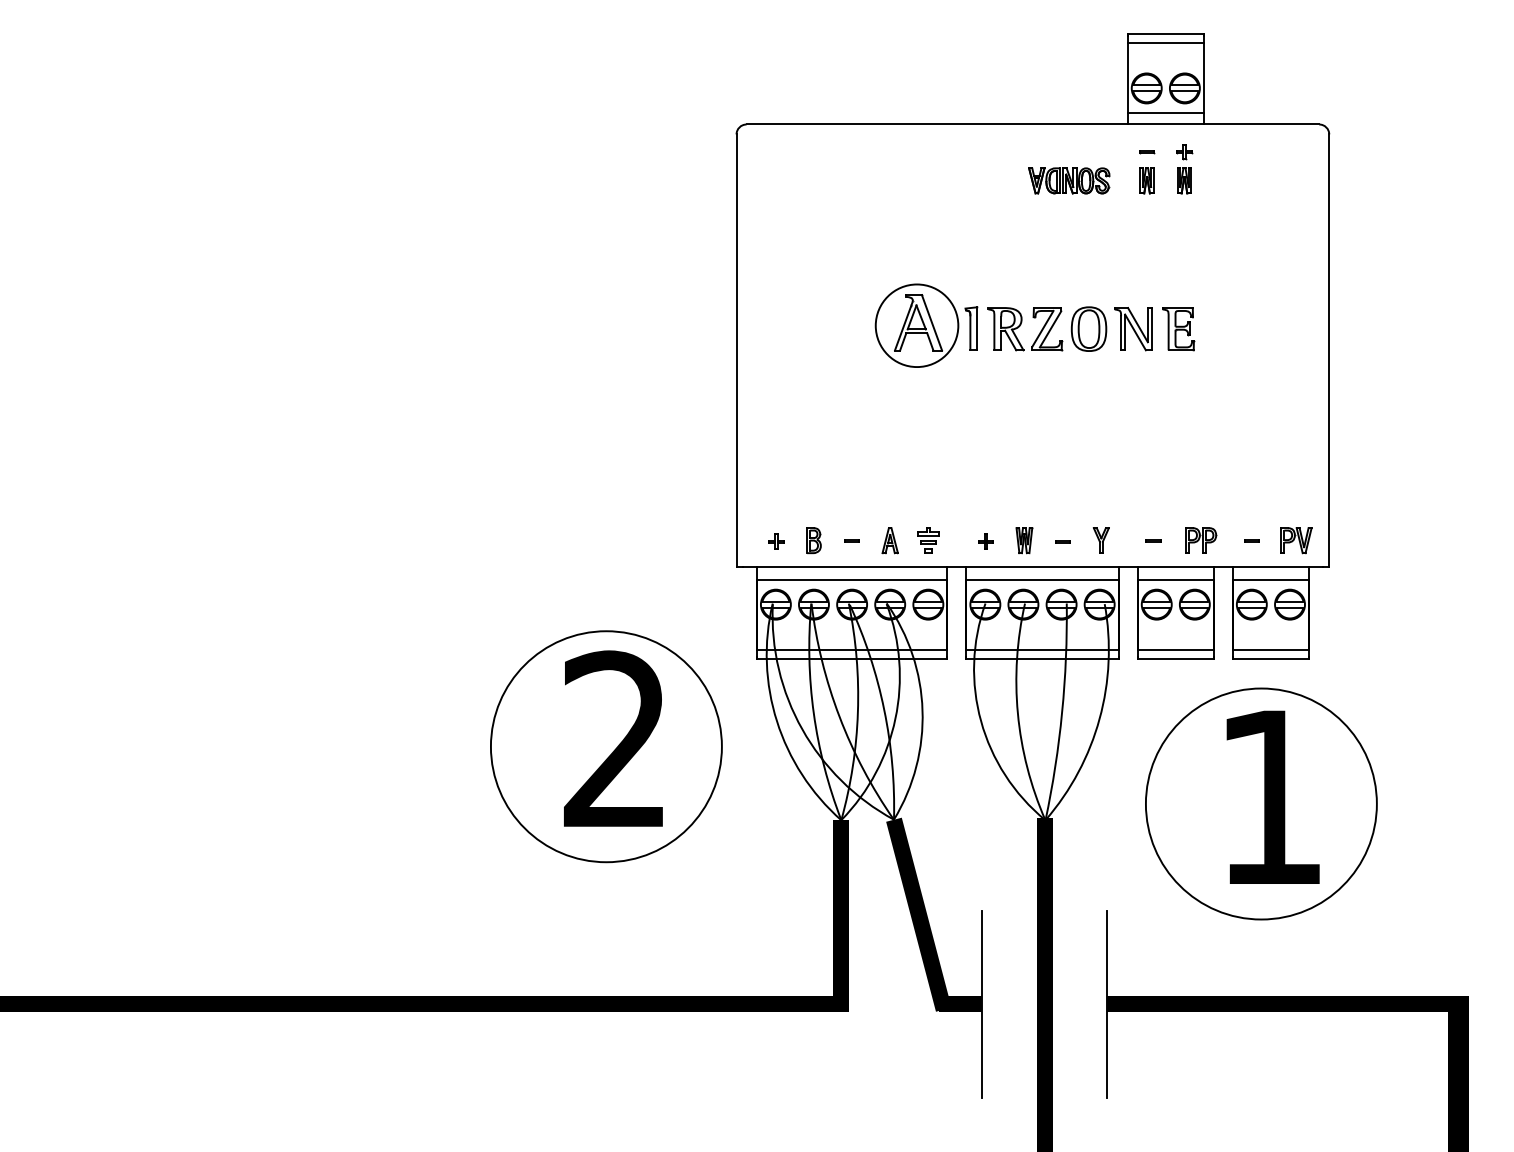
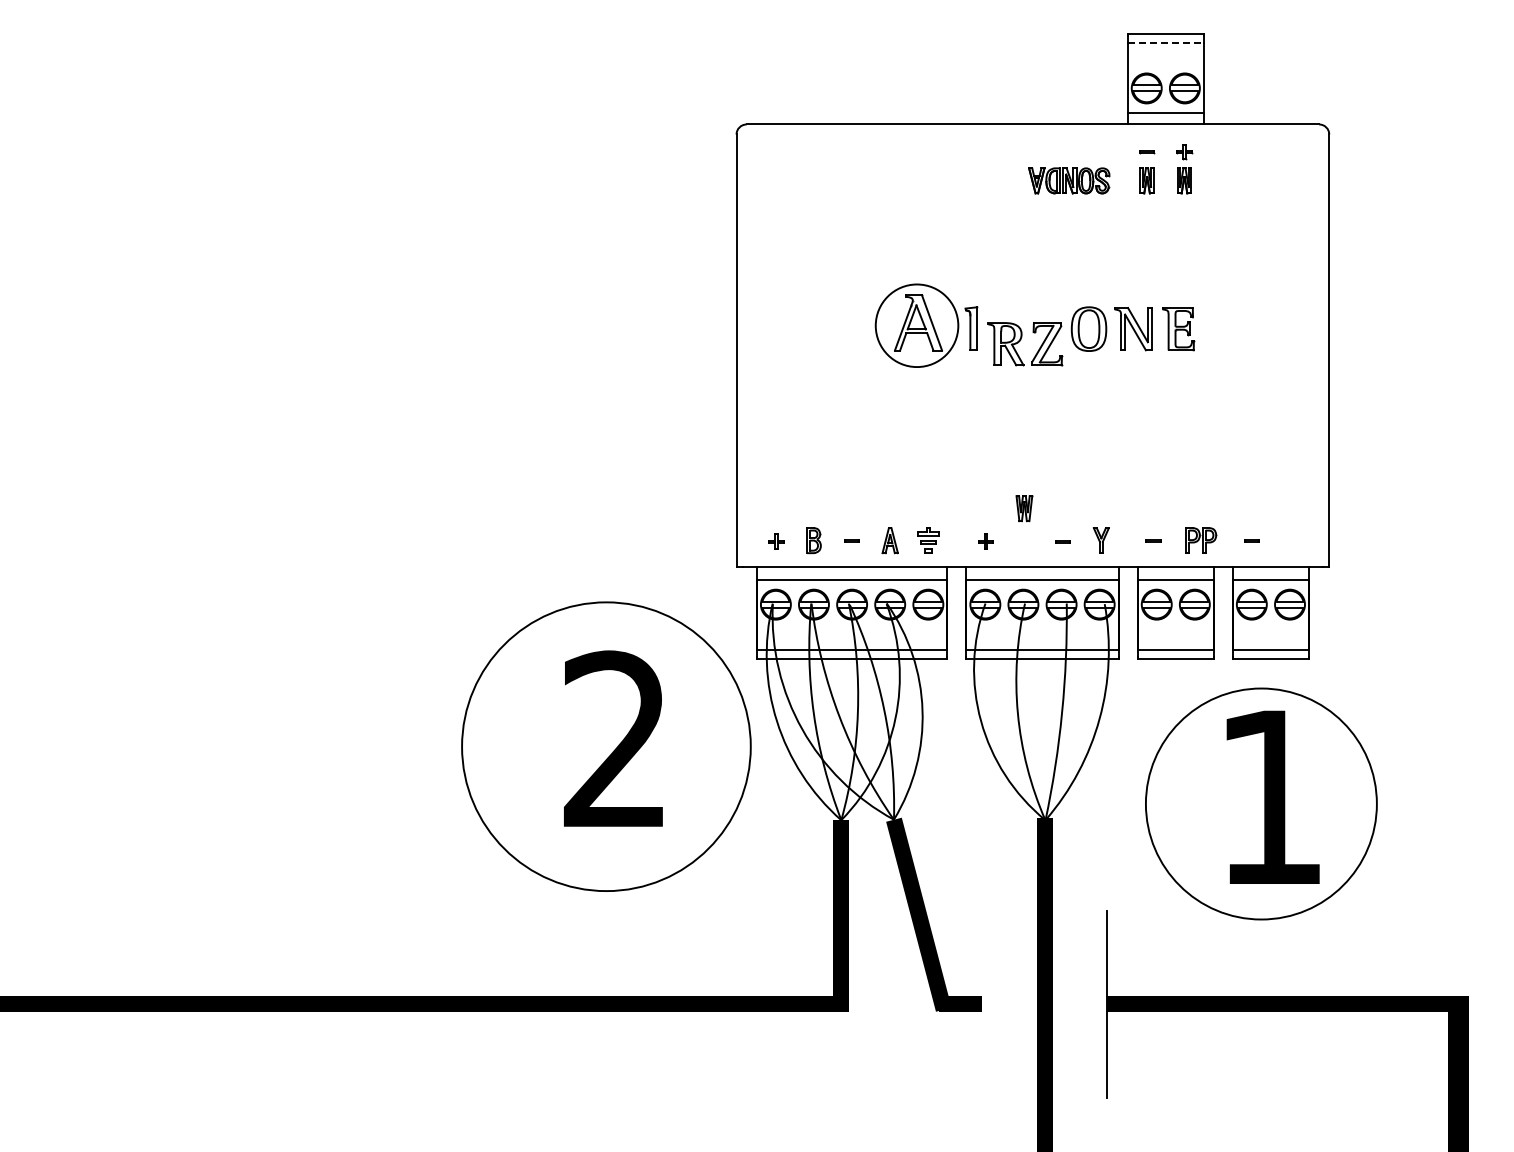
line at (1166, 43): solid -> dashed
part at (1025, 329) position: (1025, 329) -> (1025, 344)
part at (1024, 540) position: (1024, 540) -> (1024, 508)
part at (1296, 540): present -> none
circle at (605, 746) diameter: 231 px -> 289 px
line at (982, 1003): present -> none
